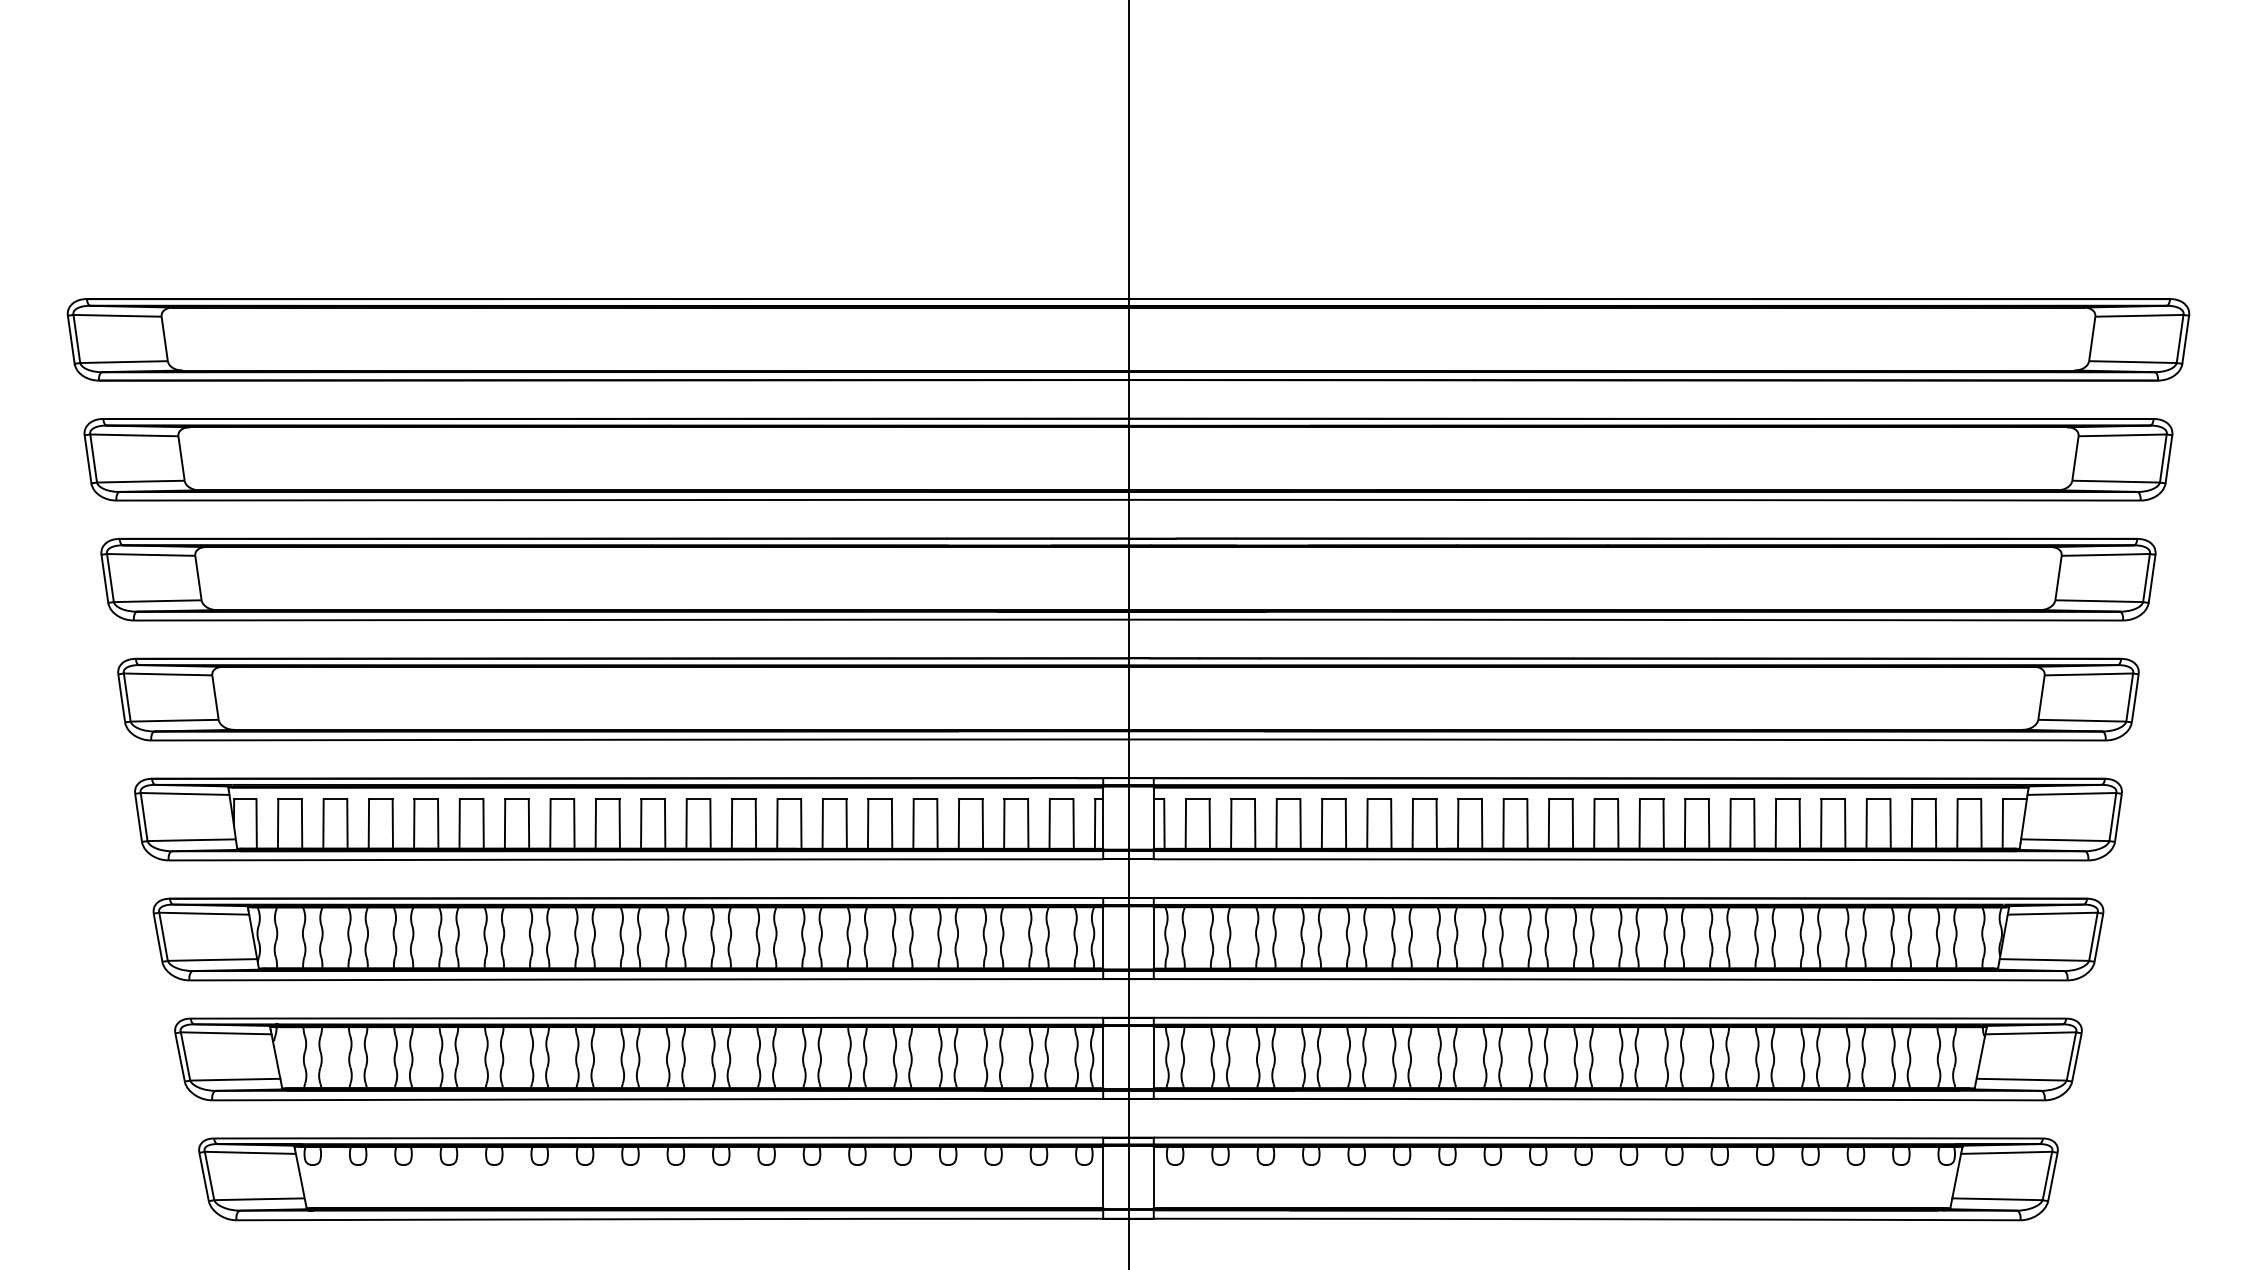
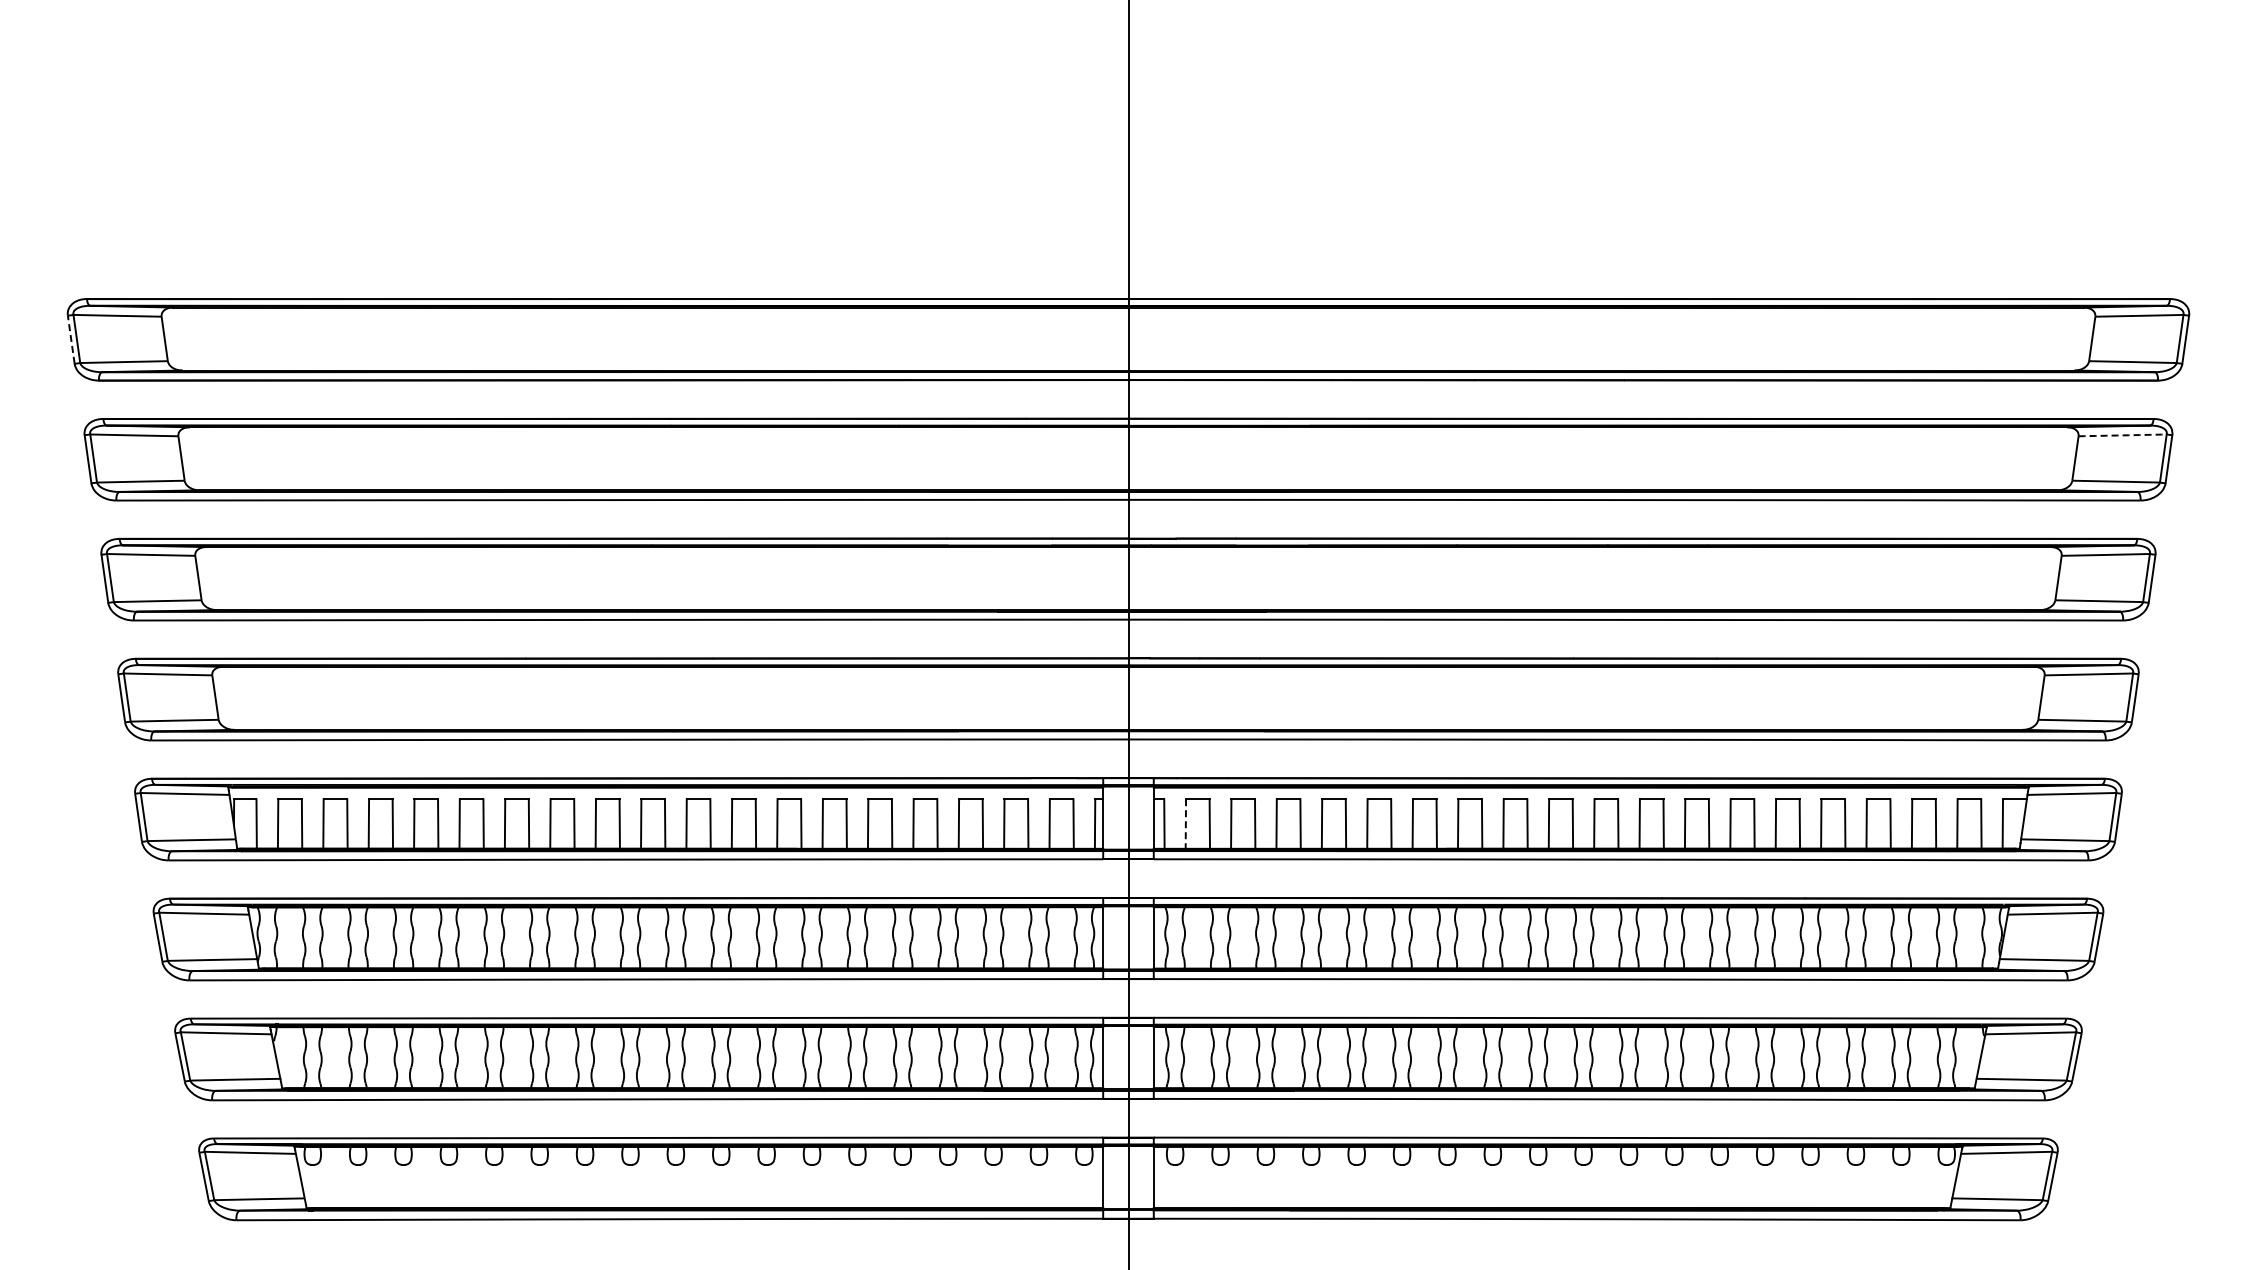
line at (71, 339): solid -> dashed
arc at (2122, 435): solid -> dashed
line at (1185, 824): solid -> dashed
